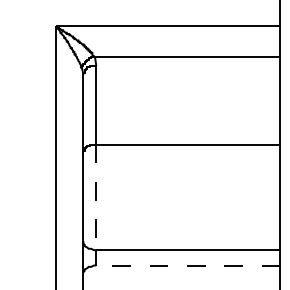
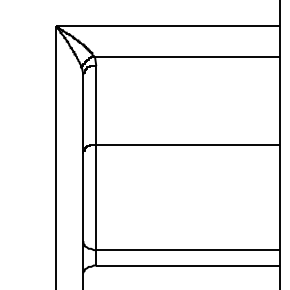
line at (96, 197): dashed -> solid
line at (188, 265): dashed -> solid
